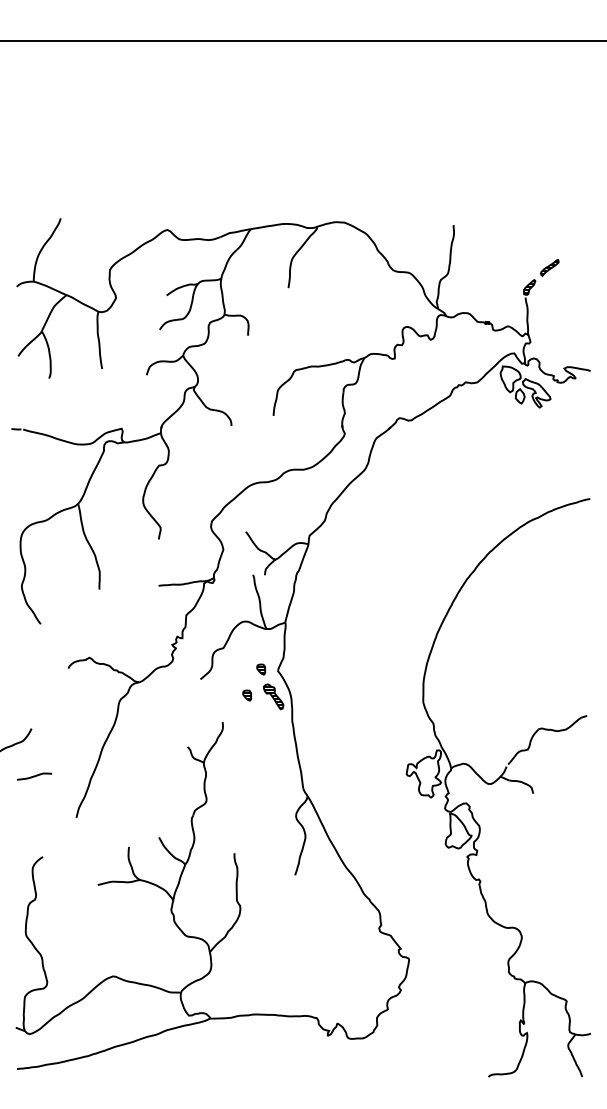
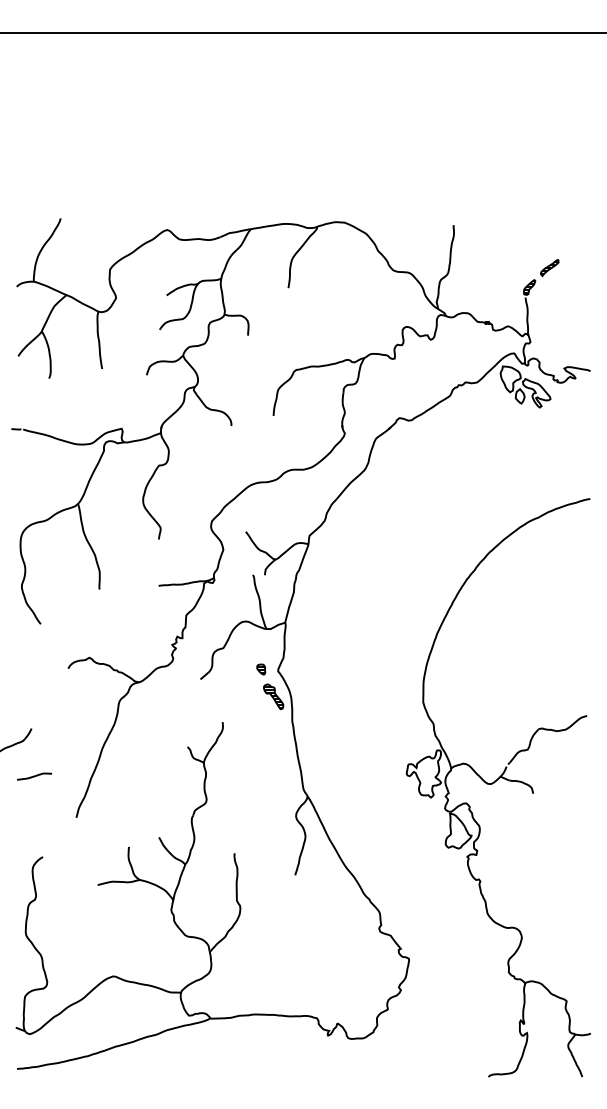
line at (302, 41) position: (302, 41) -> (302, 33)
part at (247, 695): present -> none
